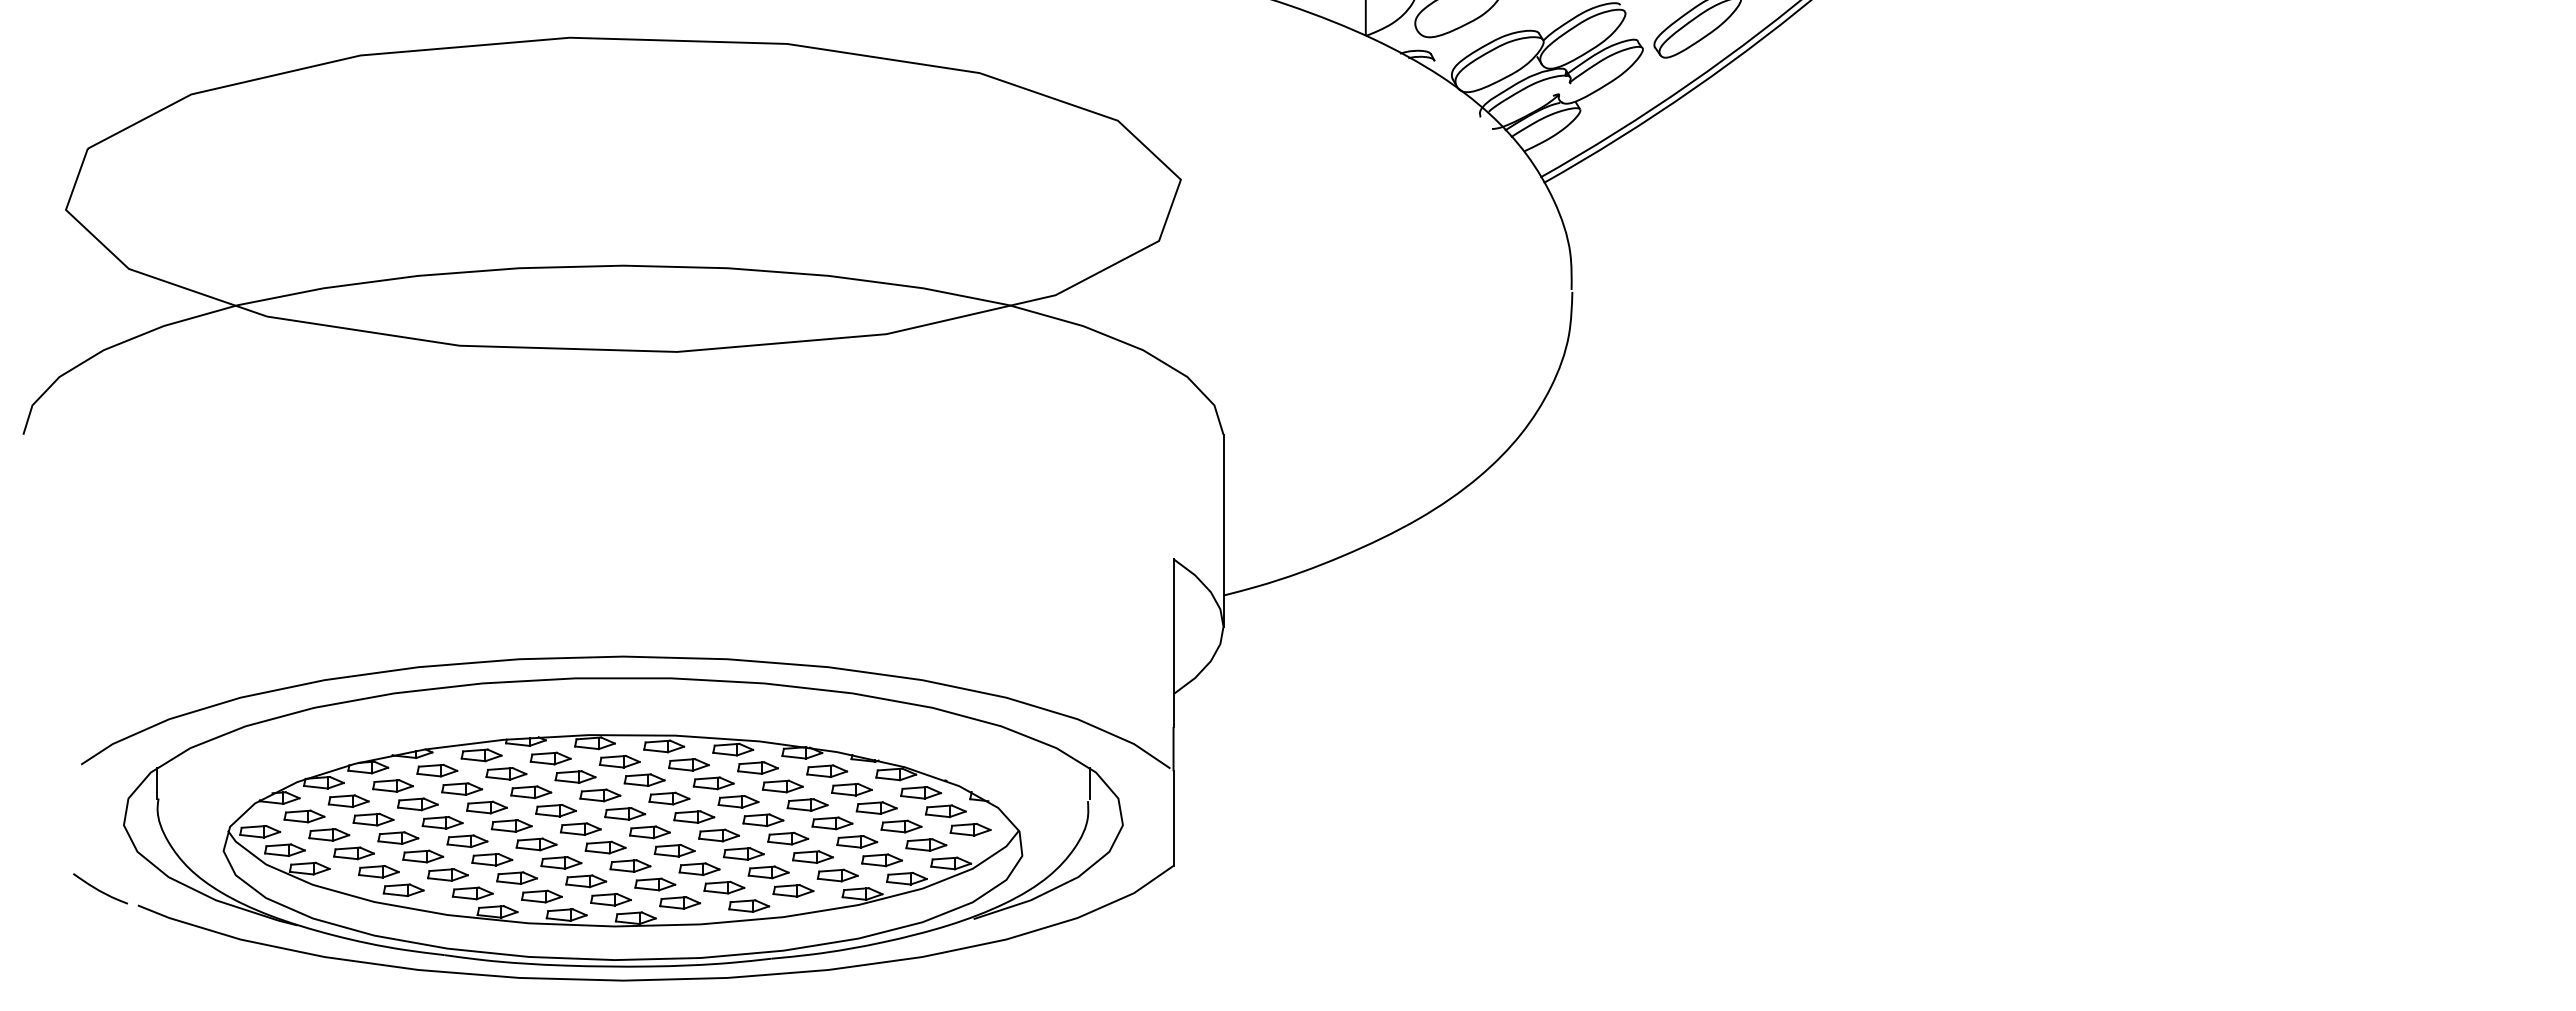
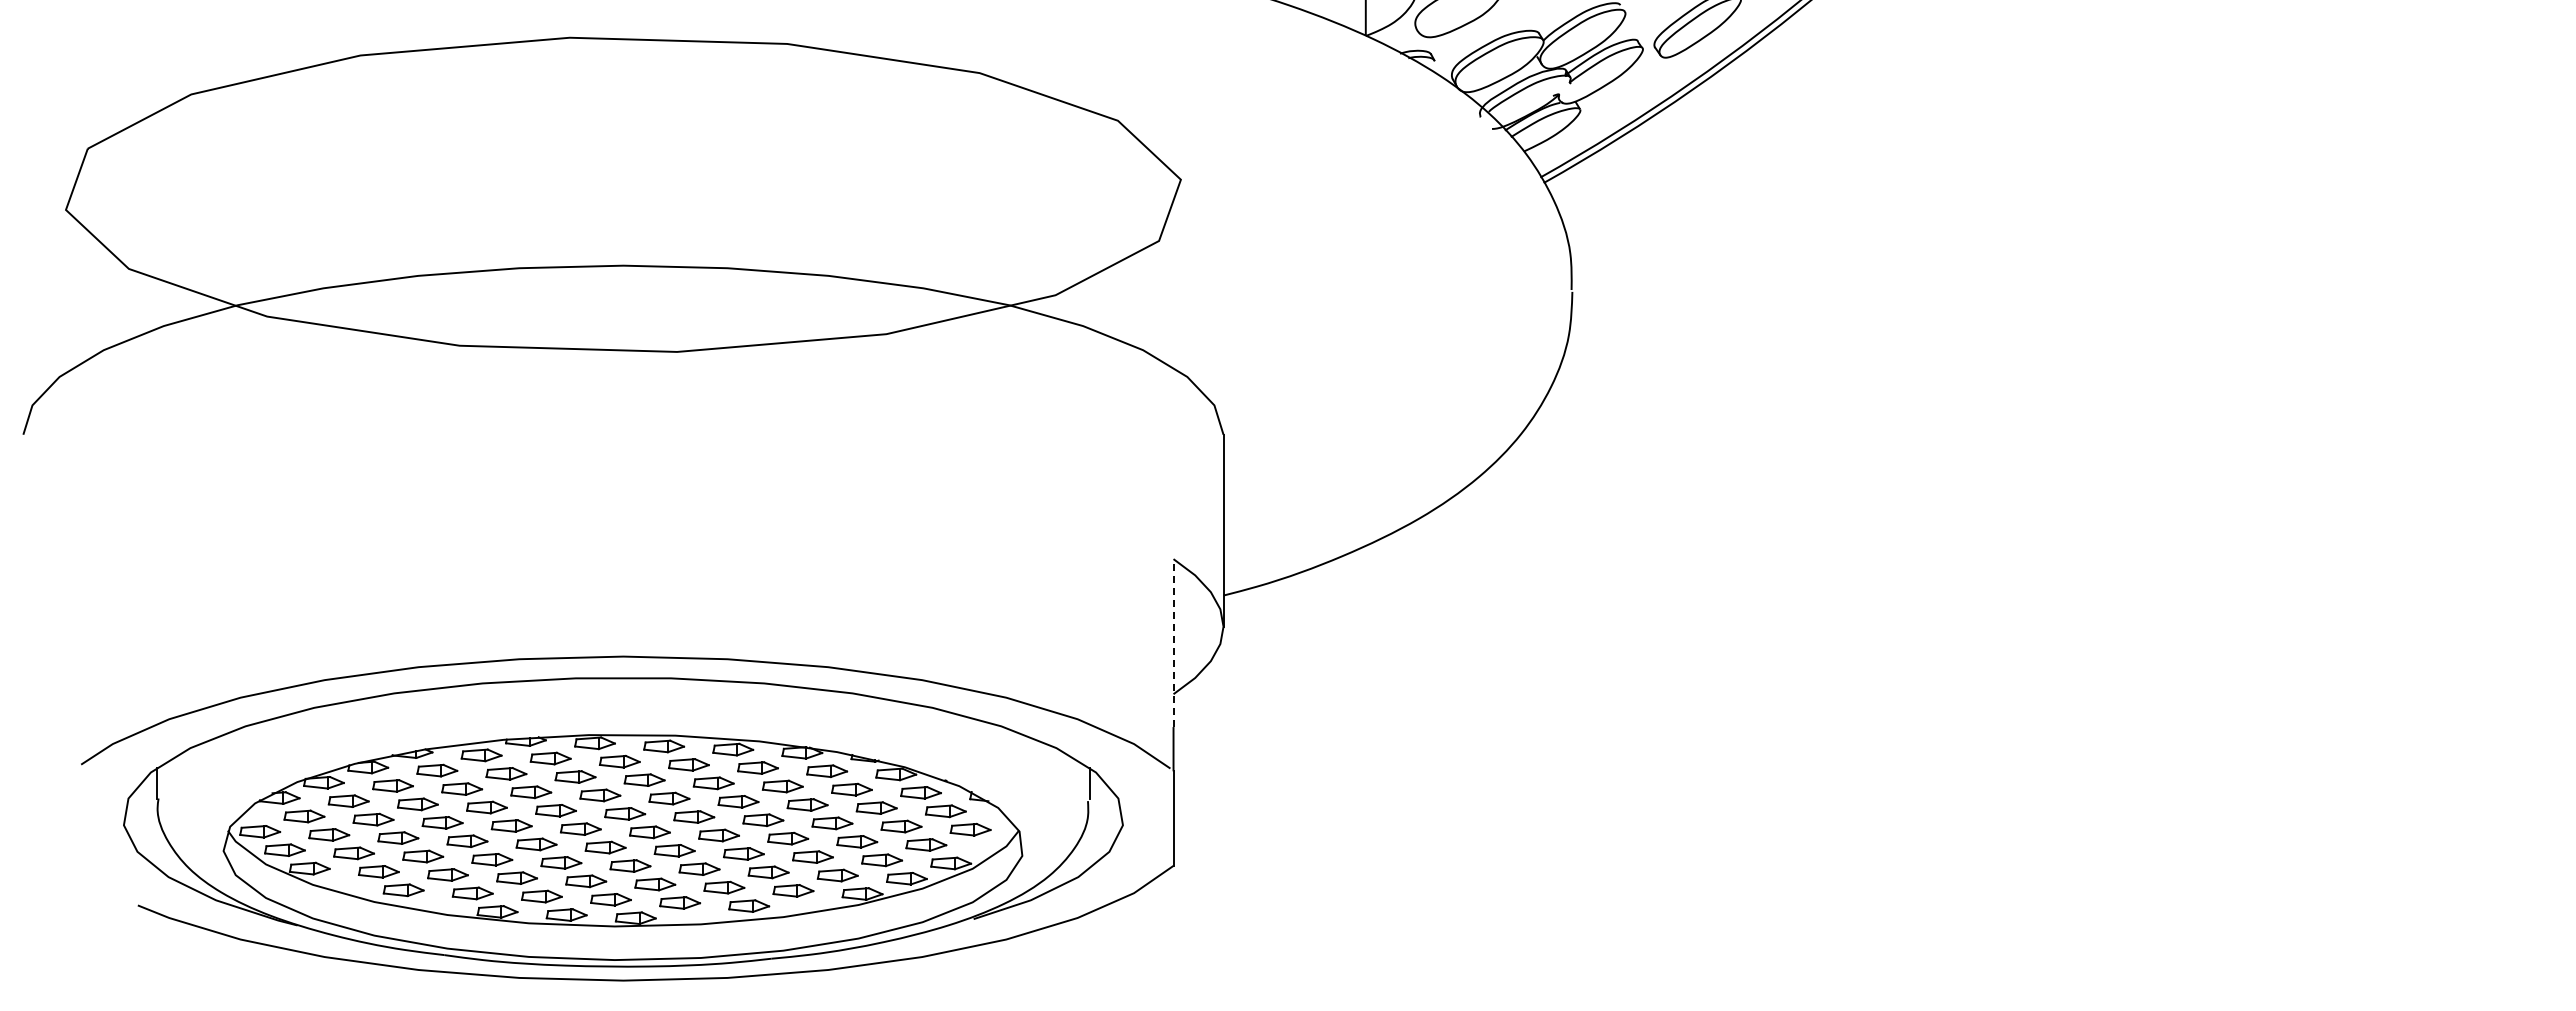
line at (1173, 643): solid -> dashed
curve at (99, 889): present -> none
